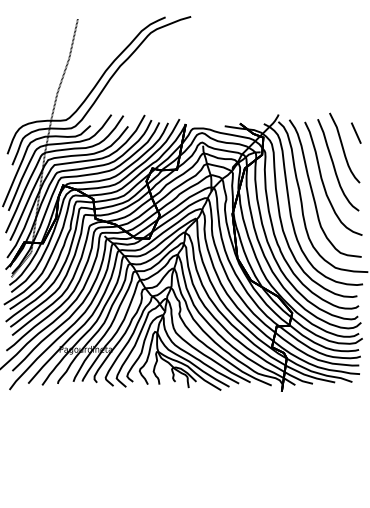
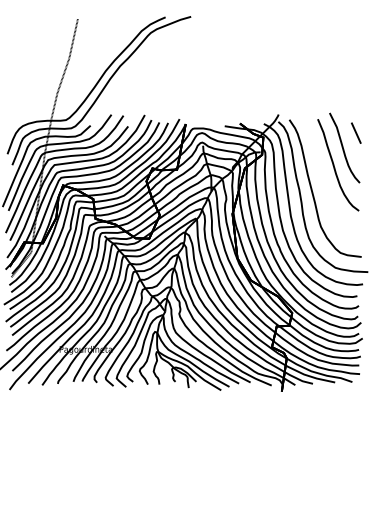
curve at (323, 180): present -> none
